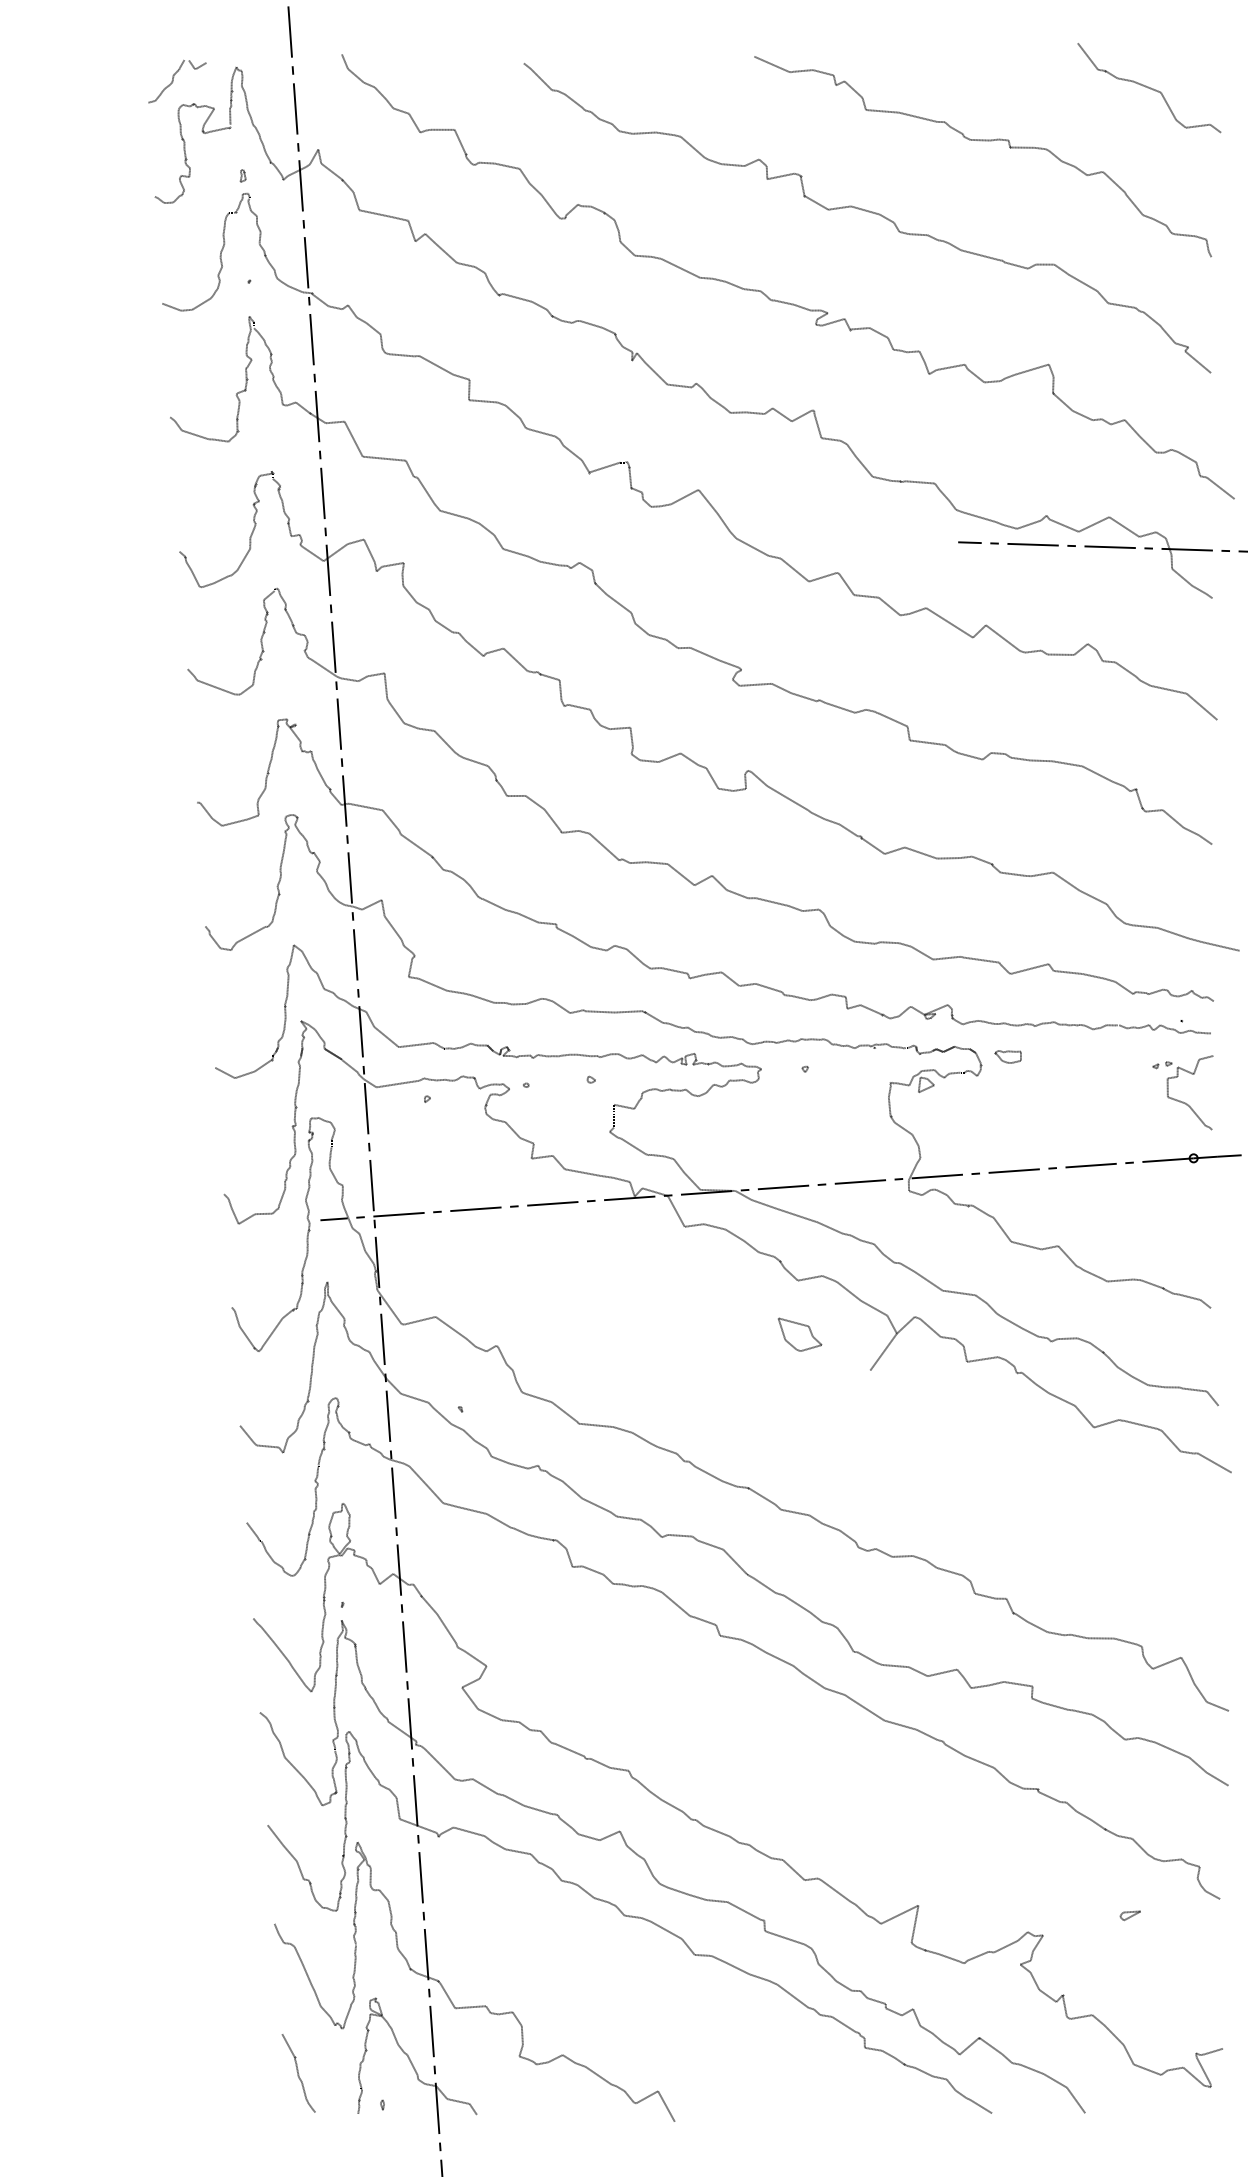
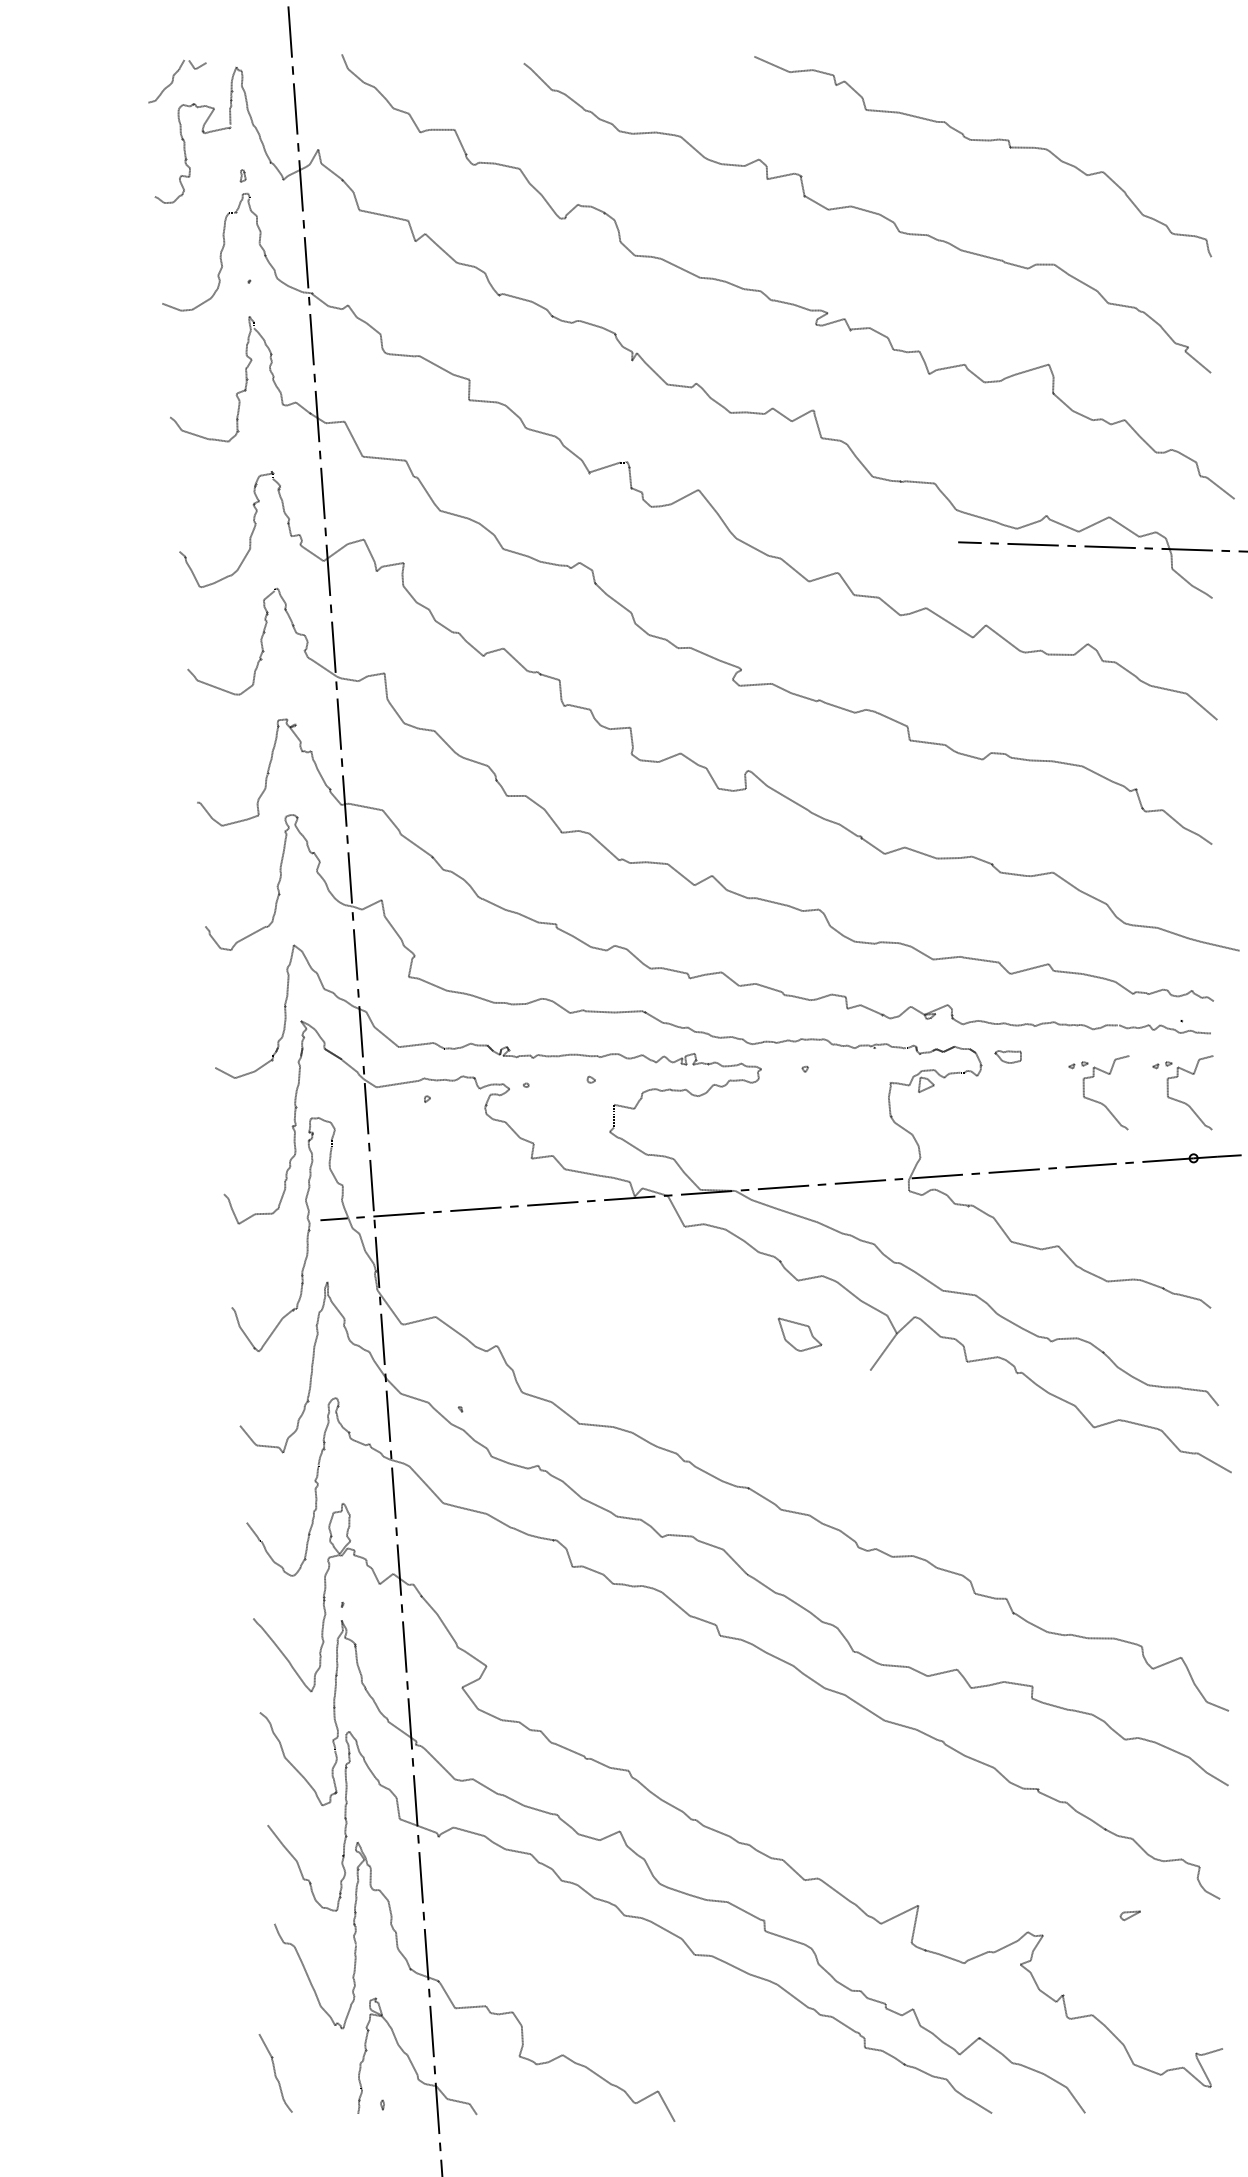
curve at (1149, 88): present -> none
part at (1096, 1100): none -> present
curve at (298, 2073) position: (298, 2073) -> (275, 2073)
